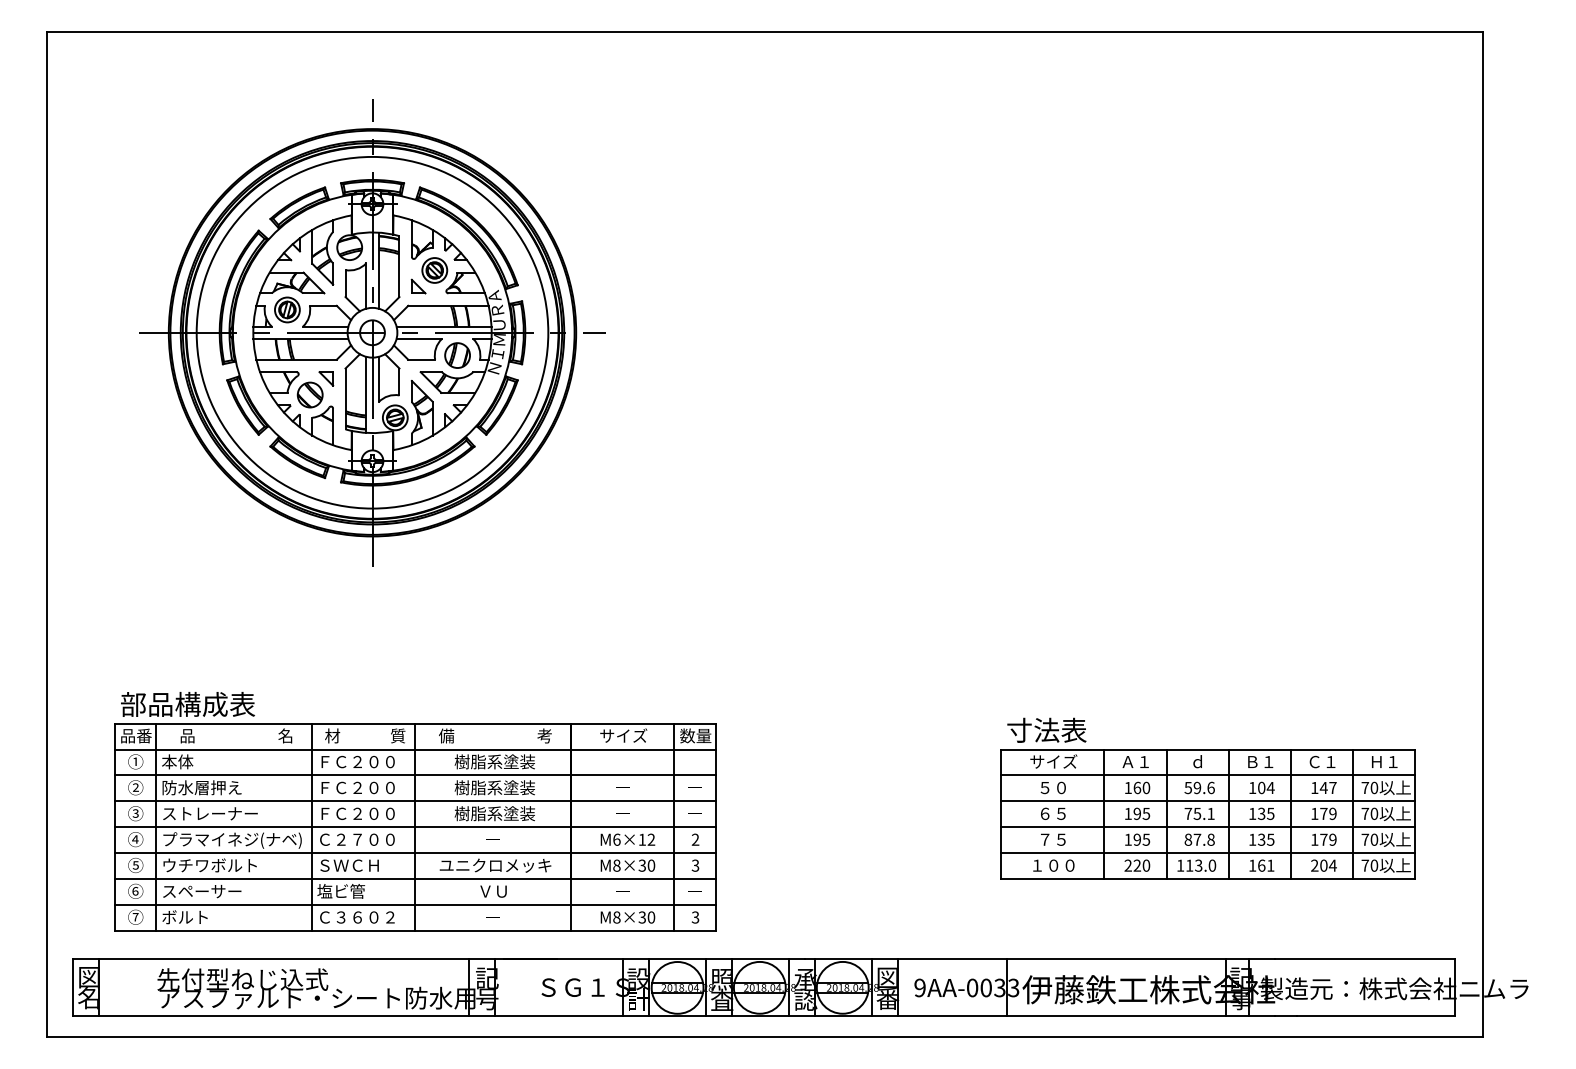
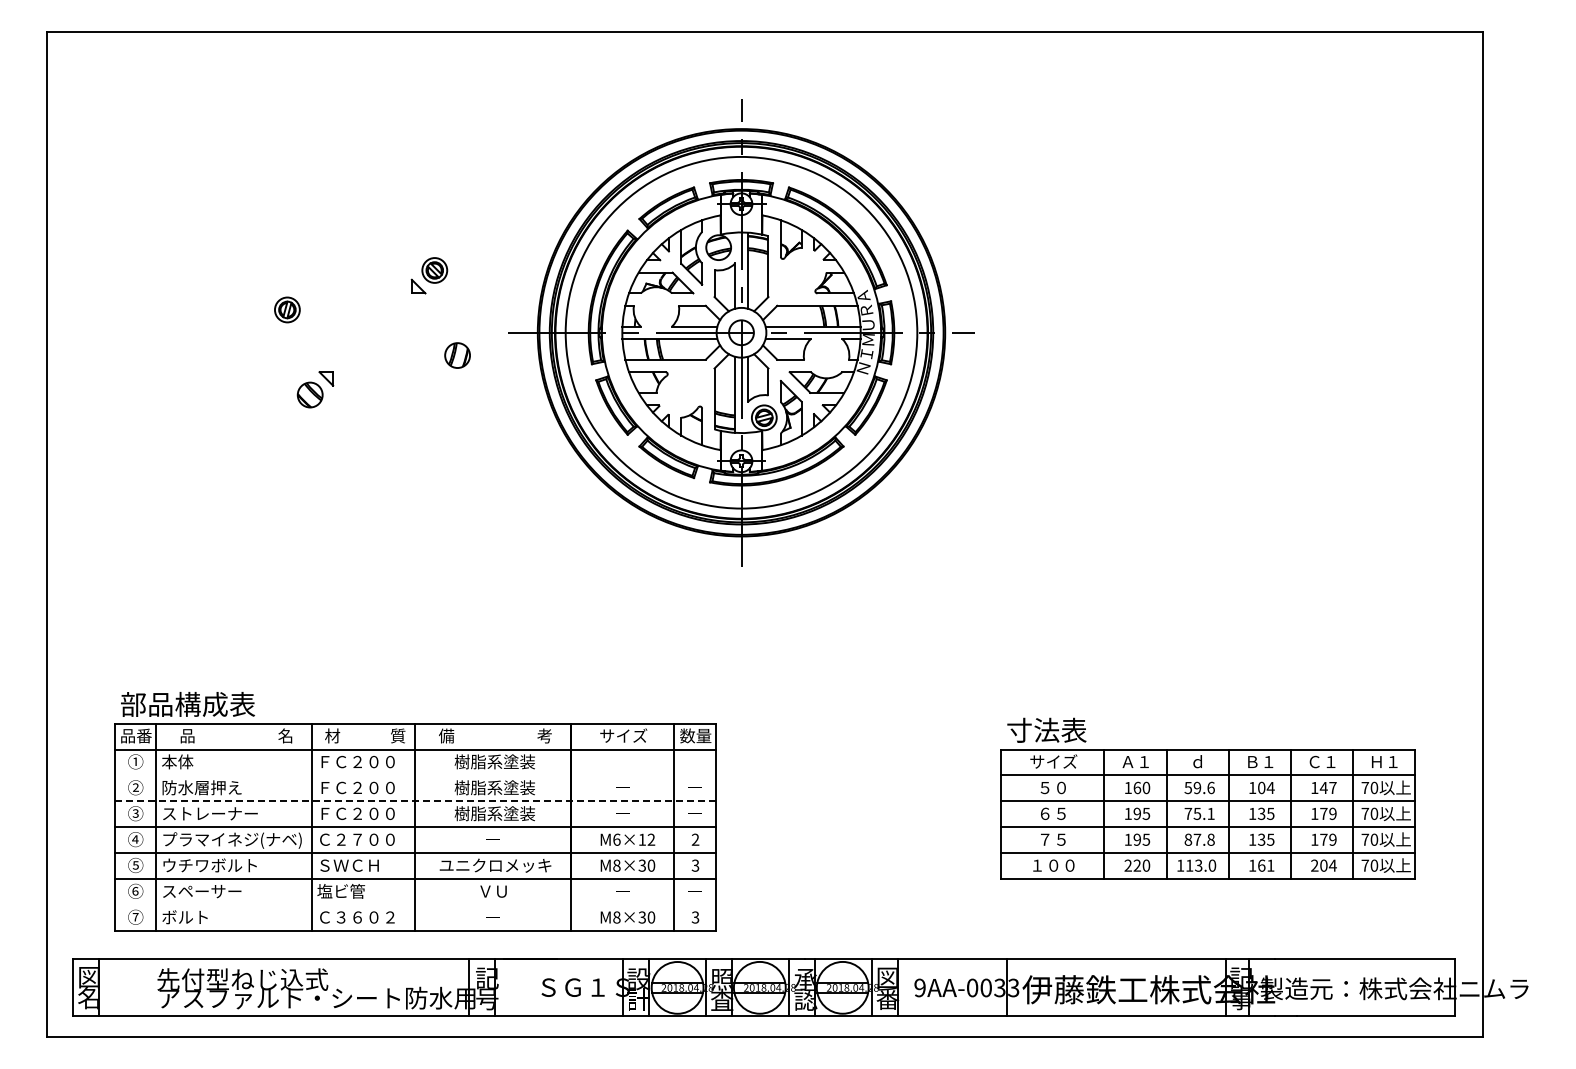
part at (372, 332) position: (372, 332) -> (741, 332)
line at (414, 775): present -> none
line at (415, 801): solid -> dashed
line at (414, 904): present -> none
